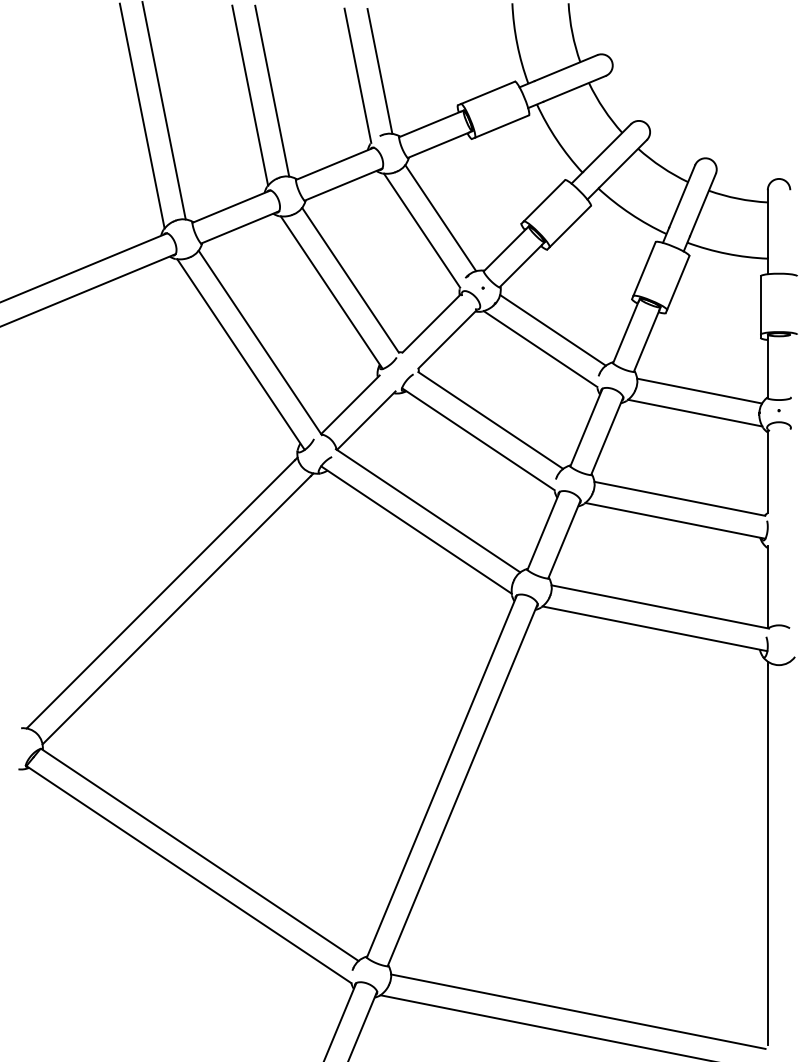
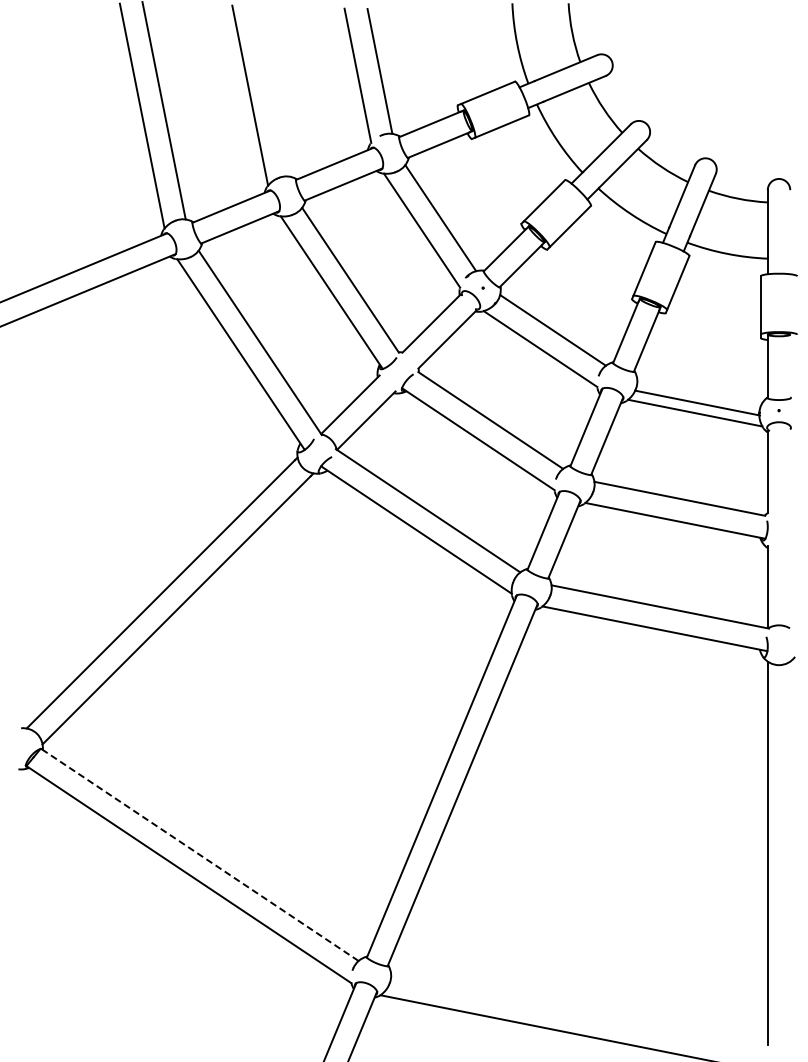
line at (272, 90): present -> none
line at (699, 390) position: (699, 390) -> (697, 402)
line at (199, 854): solid -> dashed
line at (578, 1011): present -> none
